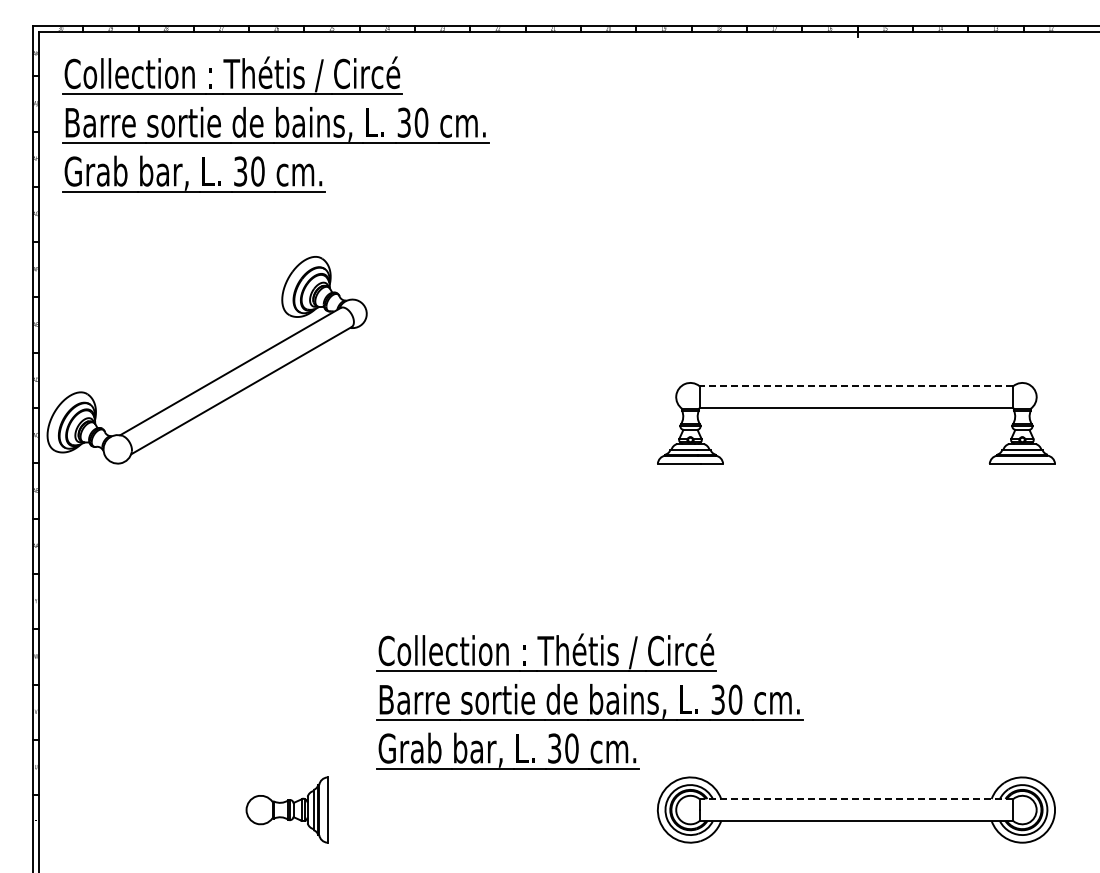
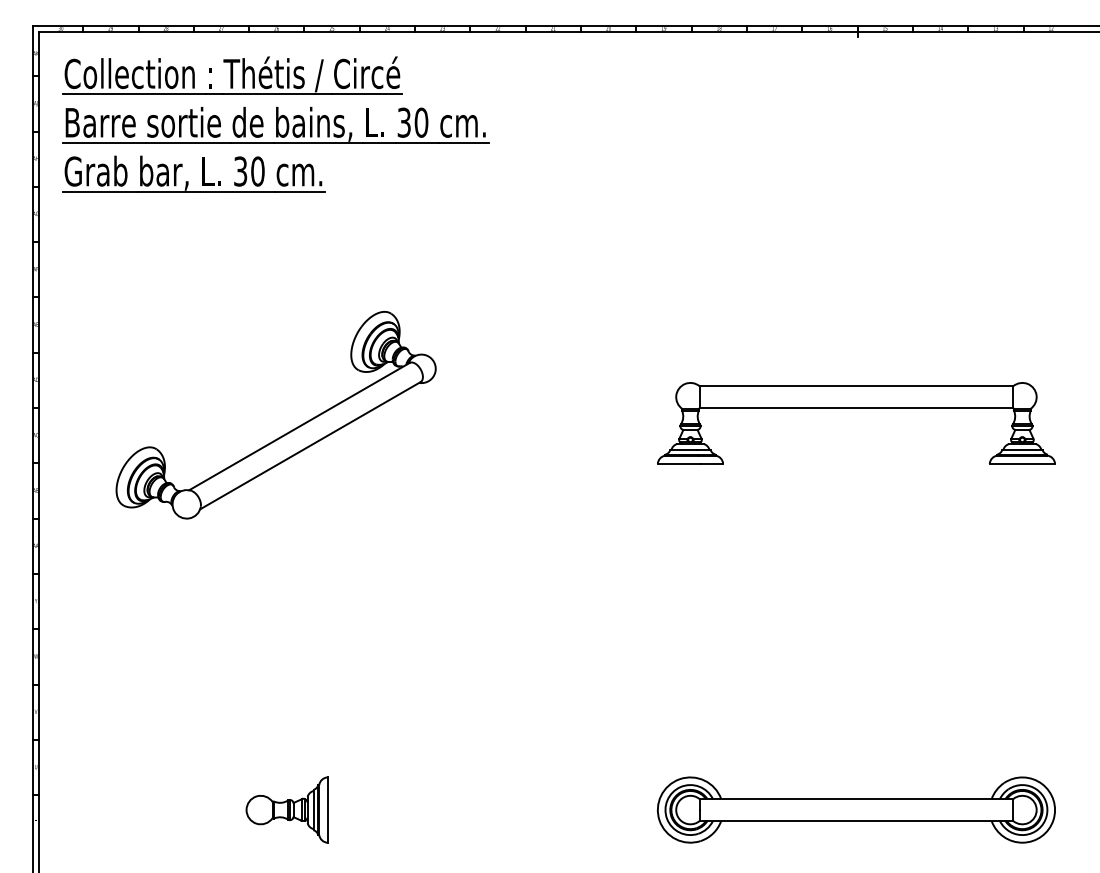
part at (216, 378) position: (216, 378) -> (285, 433)
line at (856, 386): dashed -> solid
part at (589, 701): present -> none
line at (856, 799): dashed -> solid
